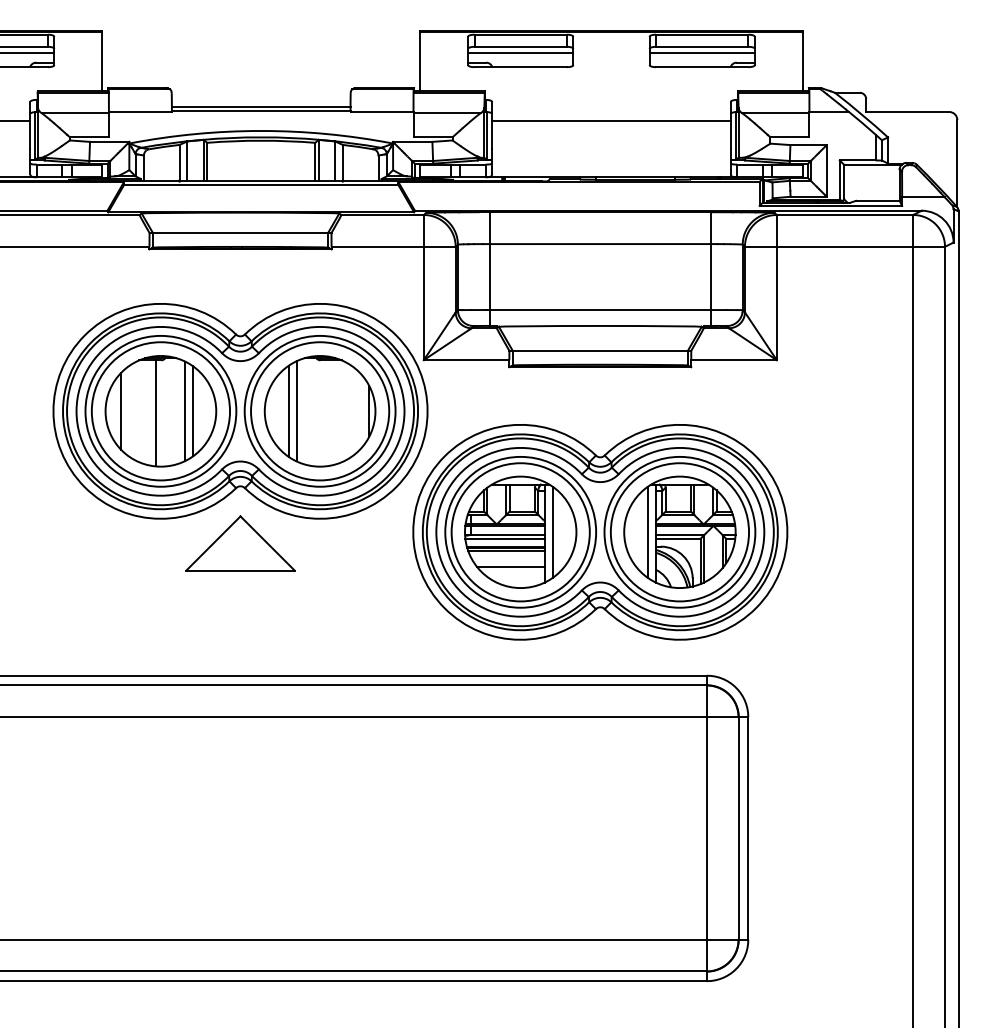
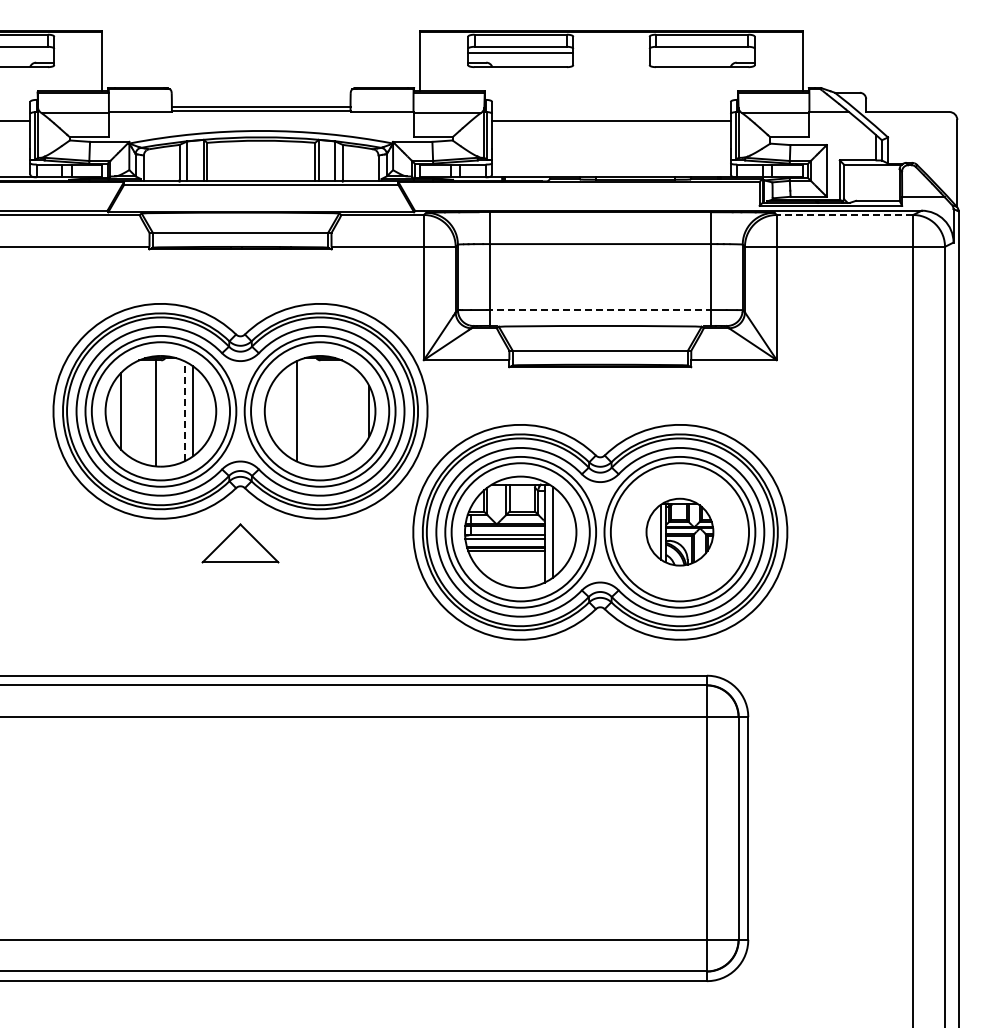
line at (28, 53): present -> none
line at (701, 53): present -> none
line at (844, 215): solid -> dashed
line at (599, 310): solid -> dashed
line at (288, 410): present -> none
line at (185, 411): solid -> dashed
part at (679, 531) size: 114x114 px -> 70x70 px
part at (240, 543) size: 111x57 px -> 79x41 px
line at (510, 566): present -> none
